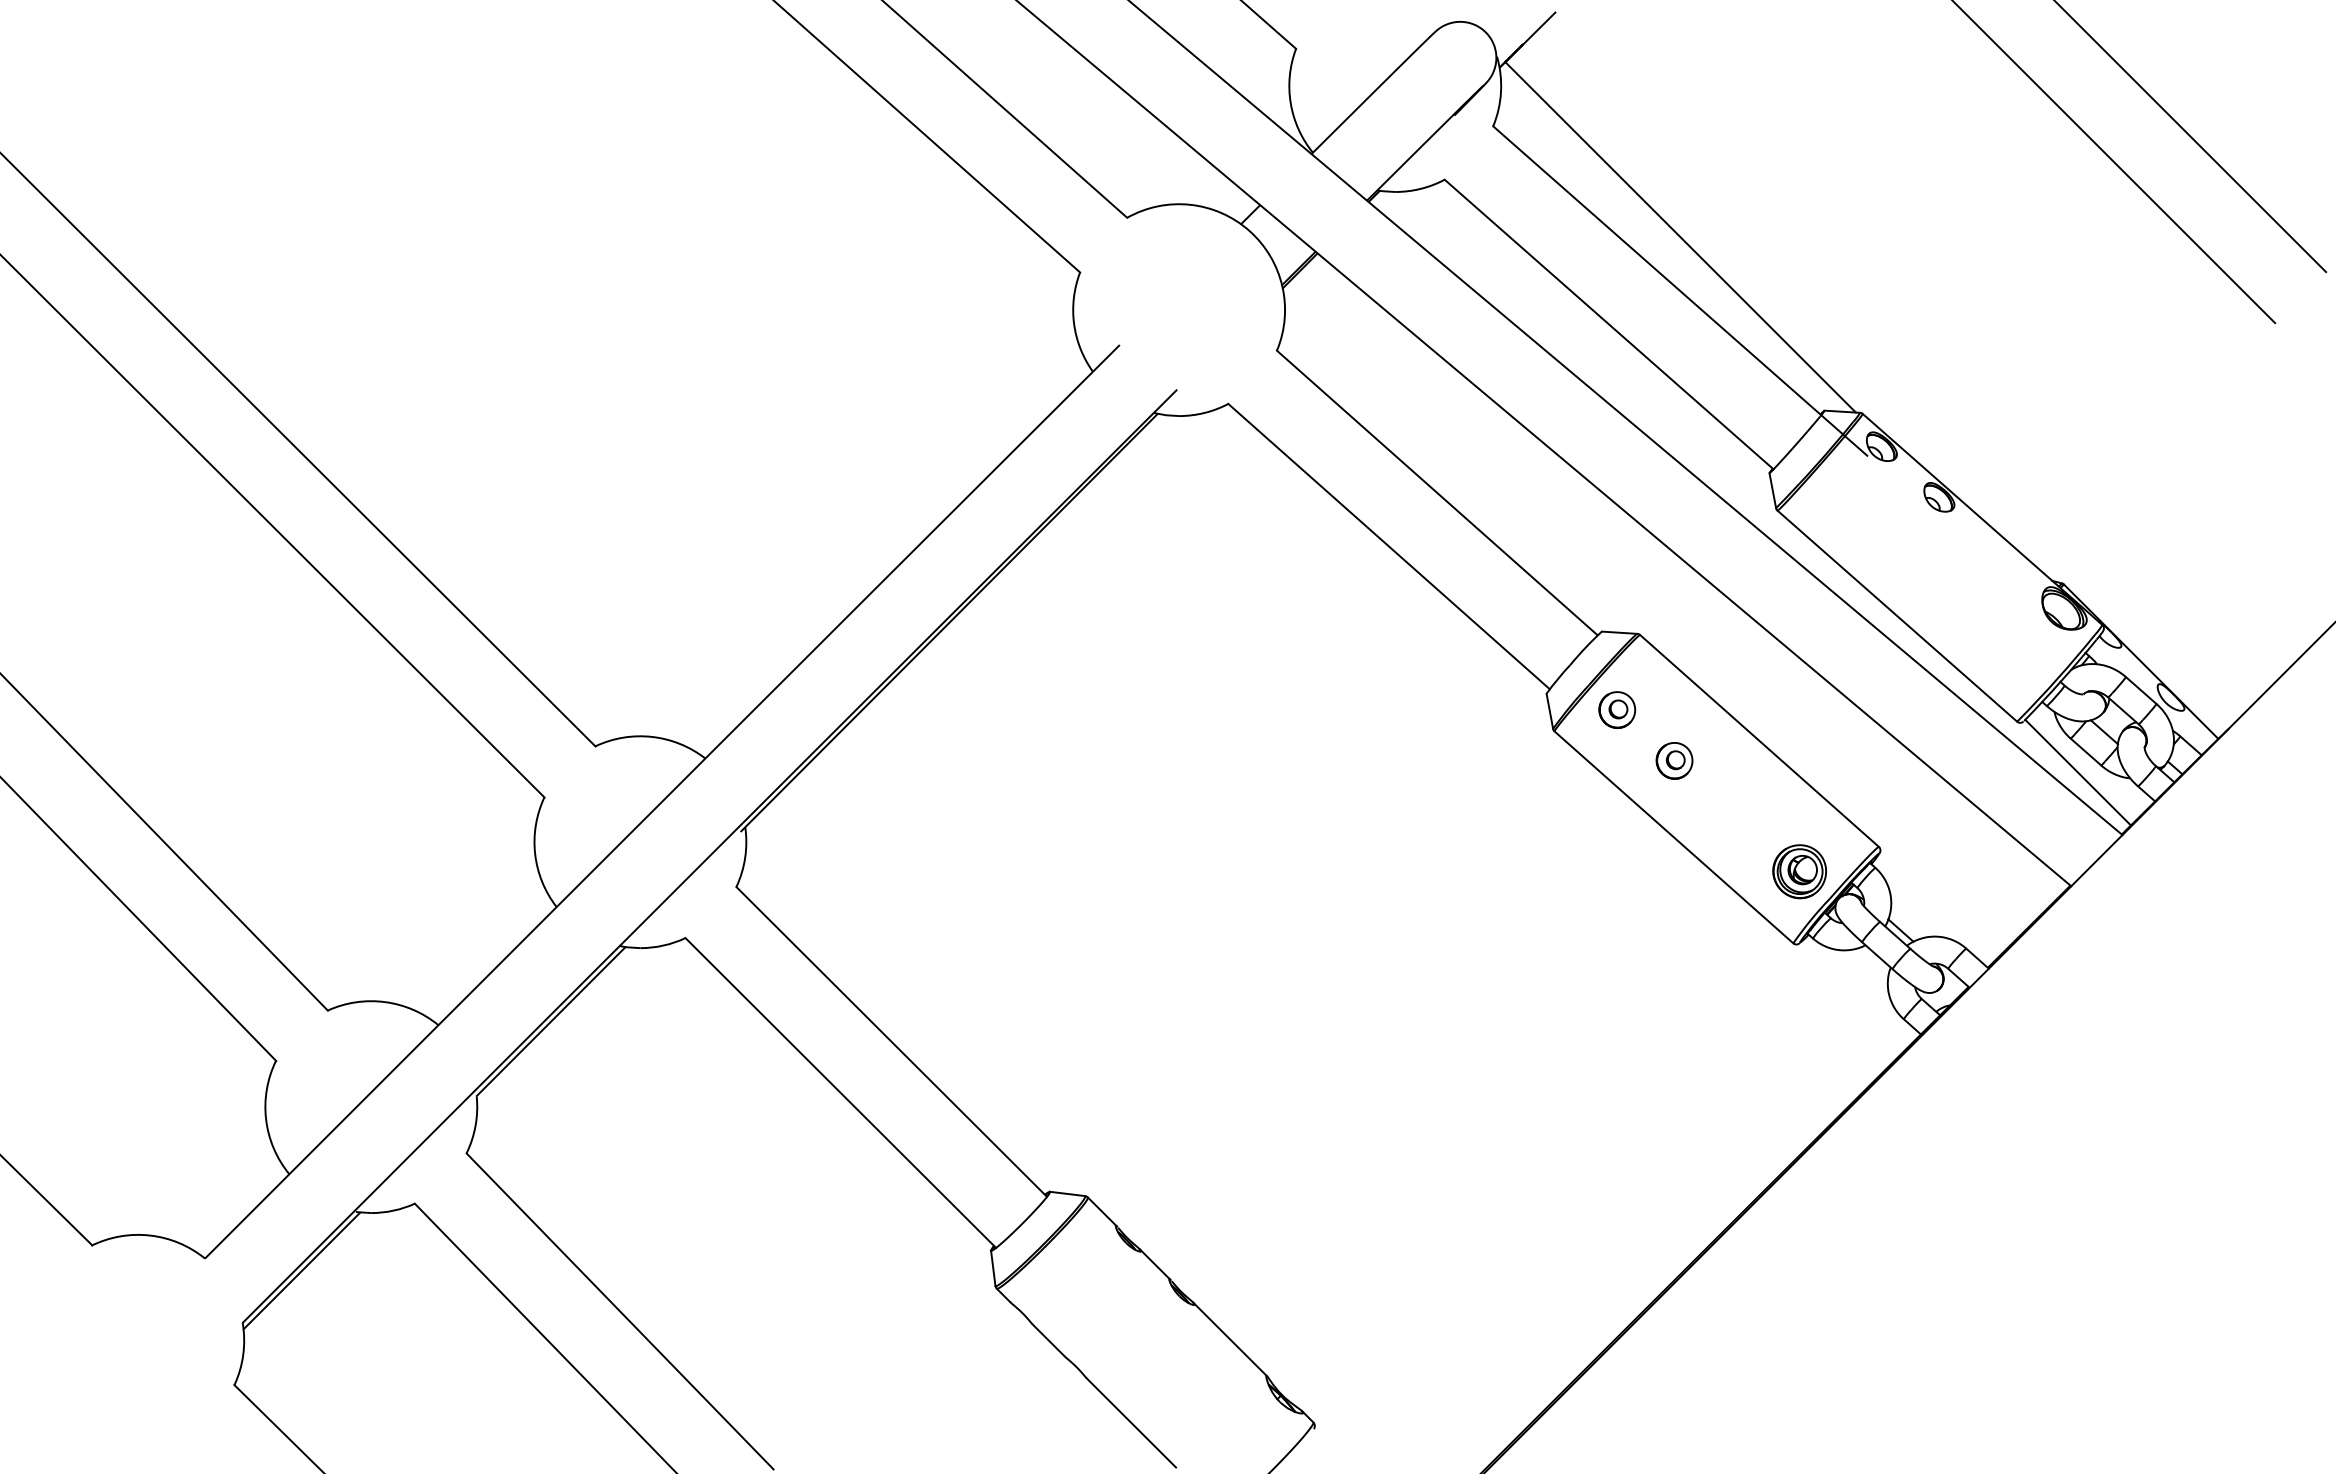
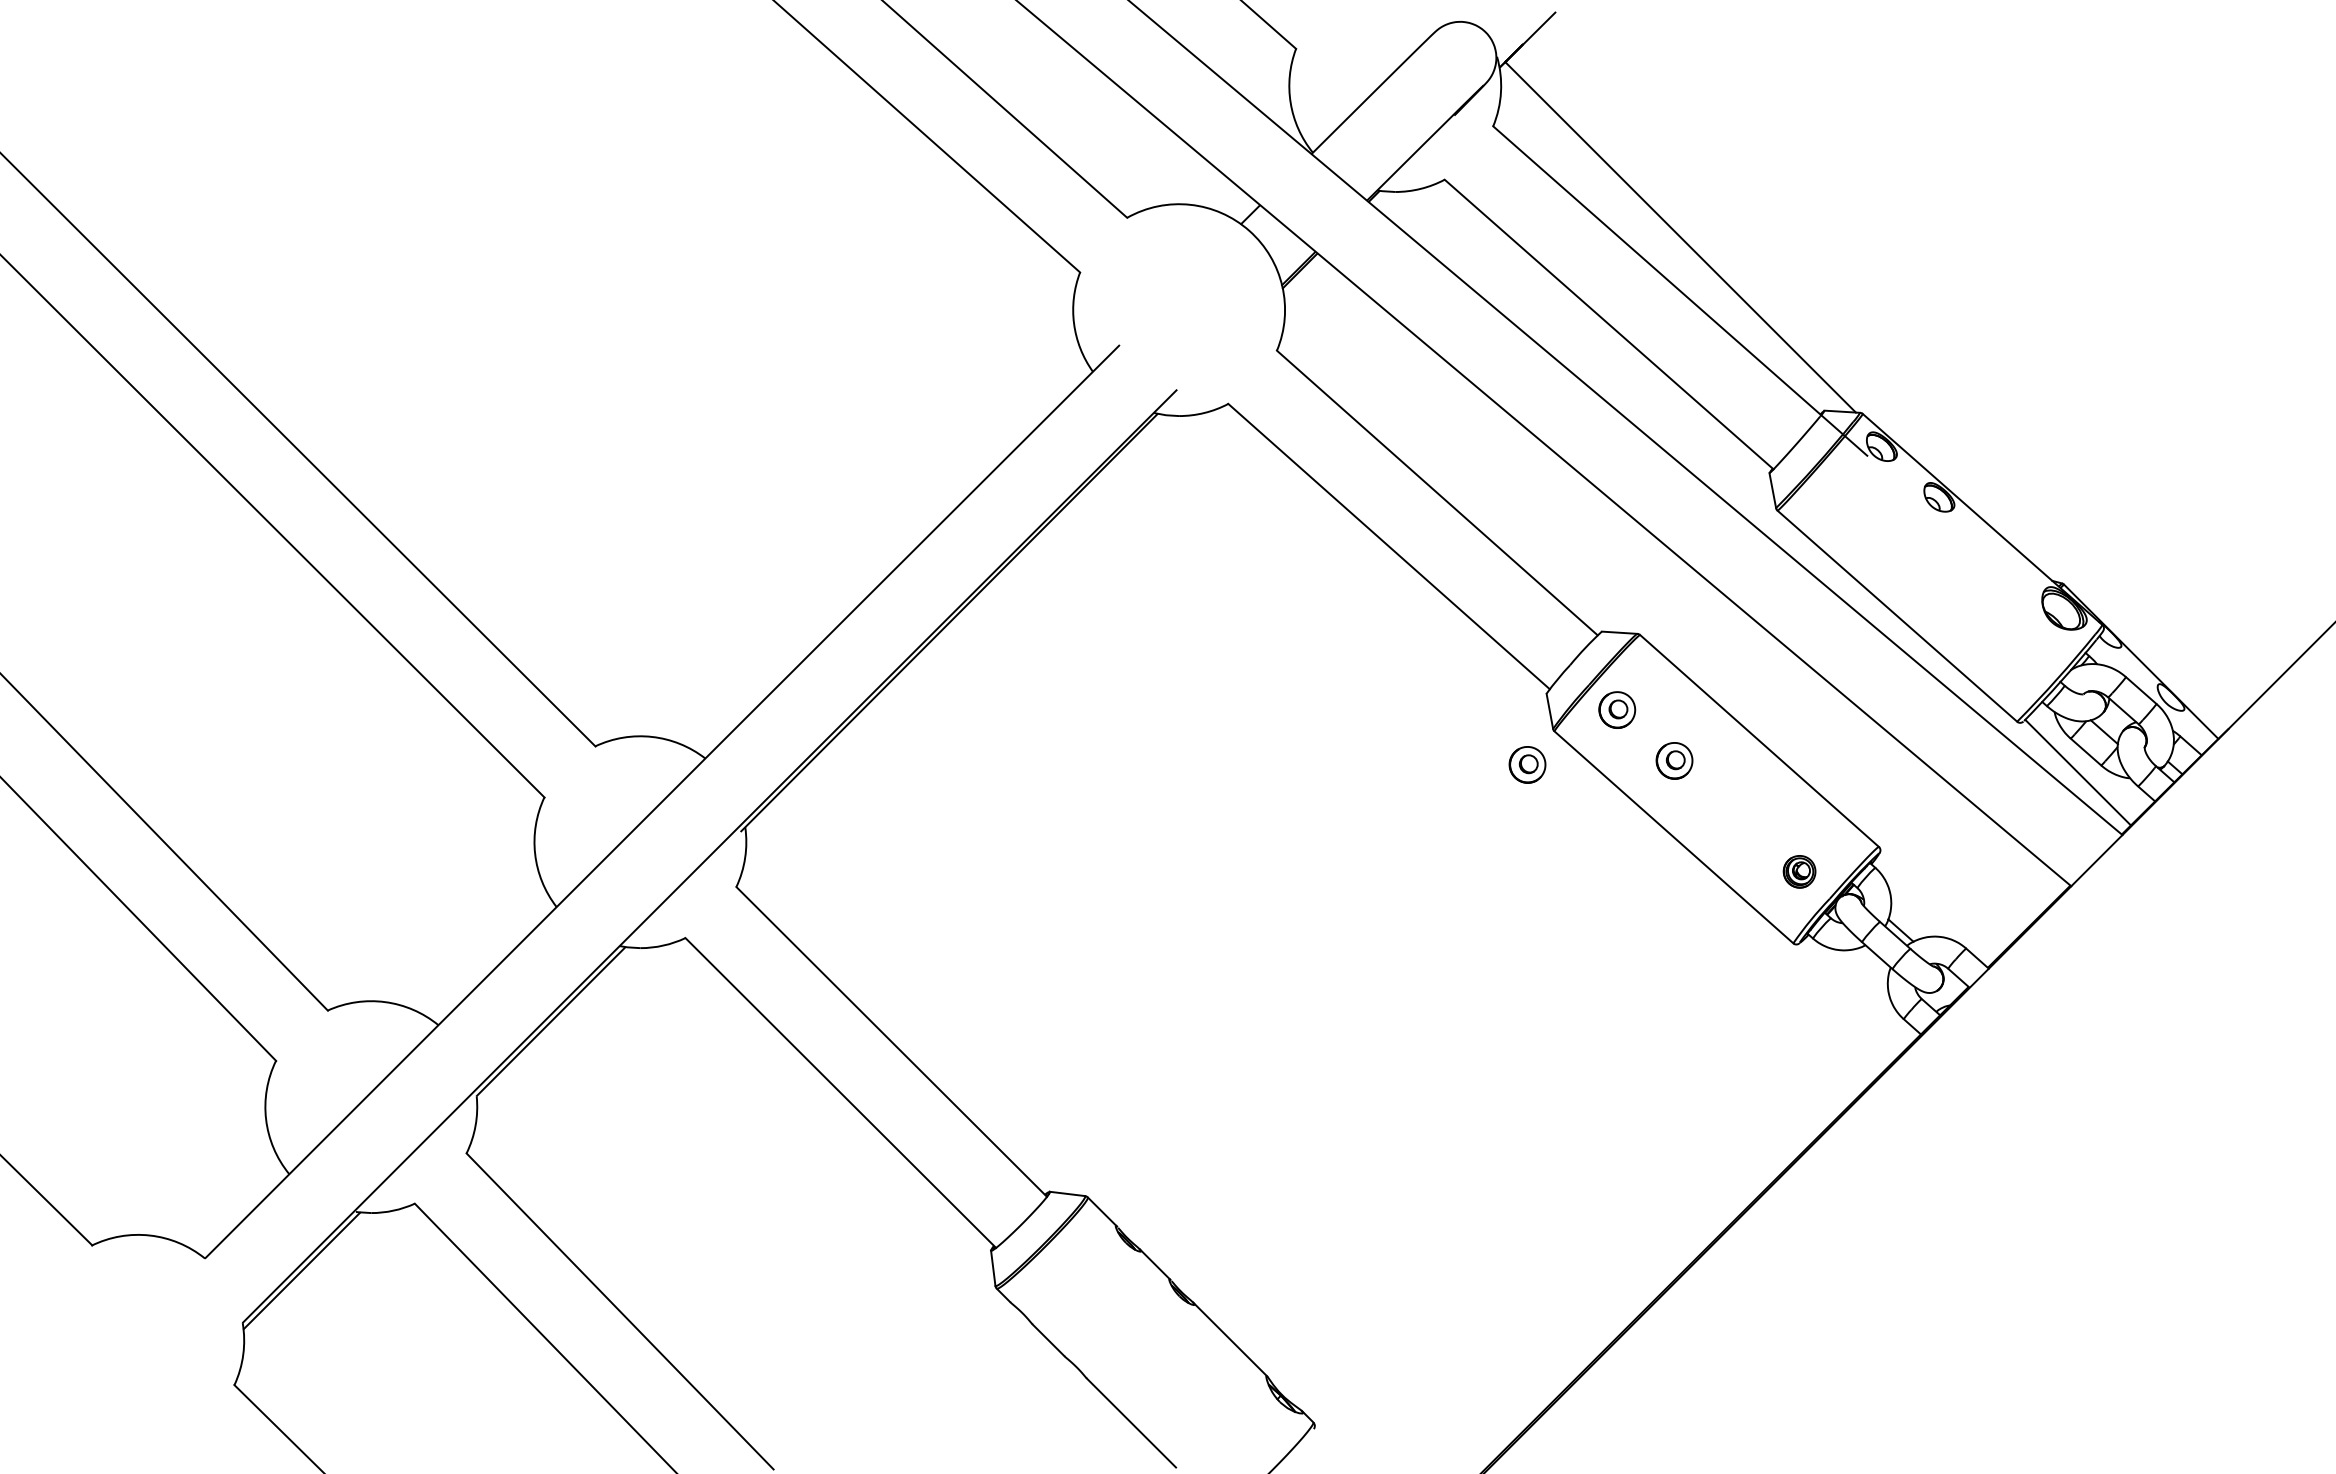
line at (2191, 137): present -> none
line at (2114, 162): present -> none
part at (1527, 764): none -> present
part at (1799, 871) size: 55x56 px -> 35x34 px
